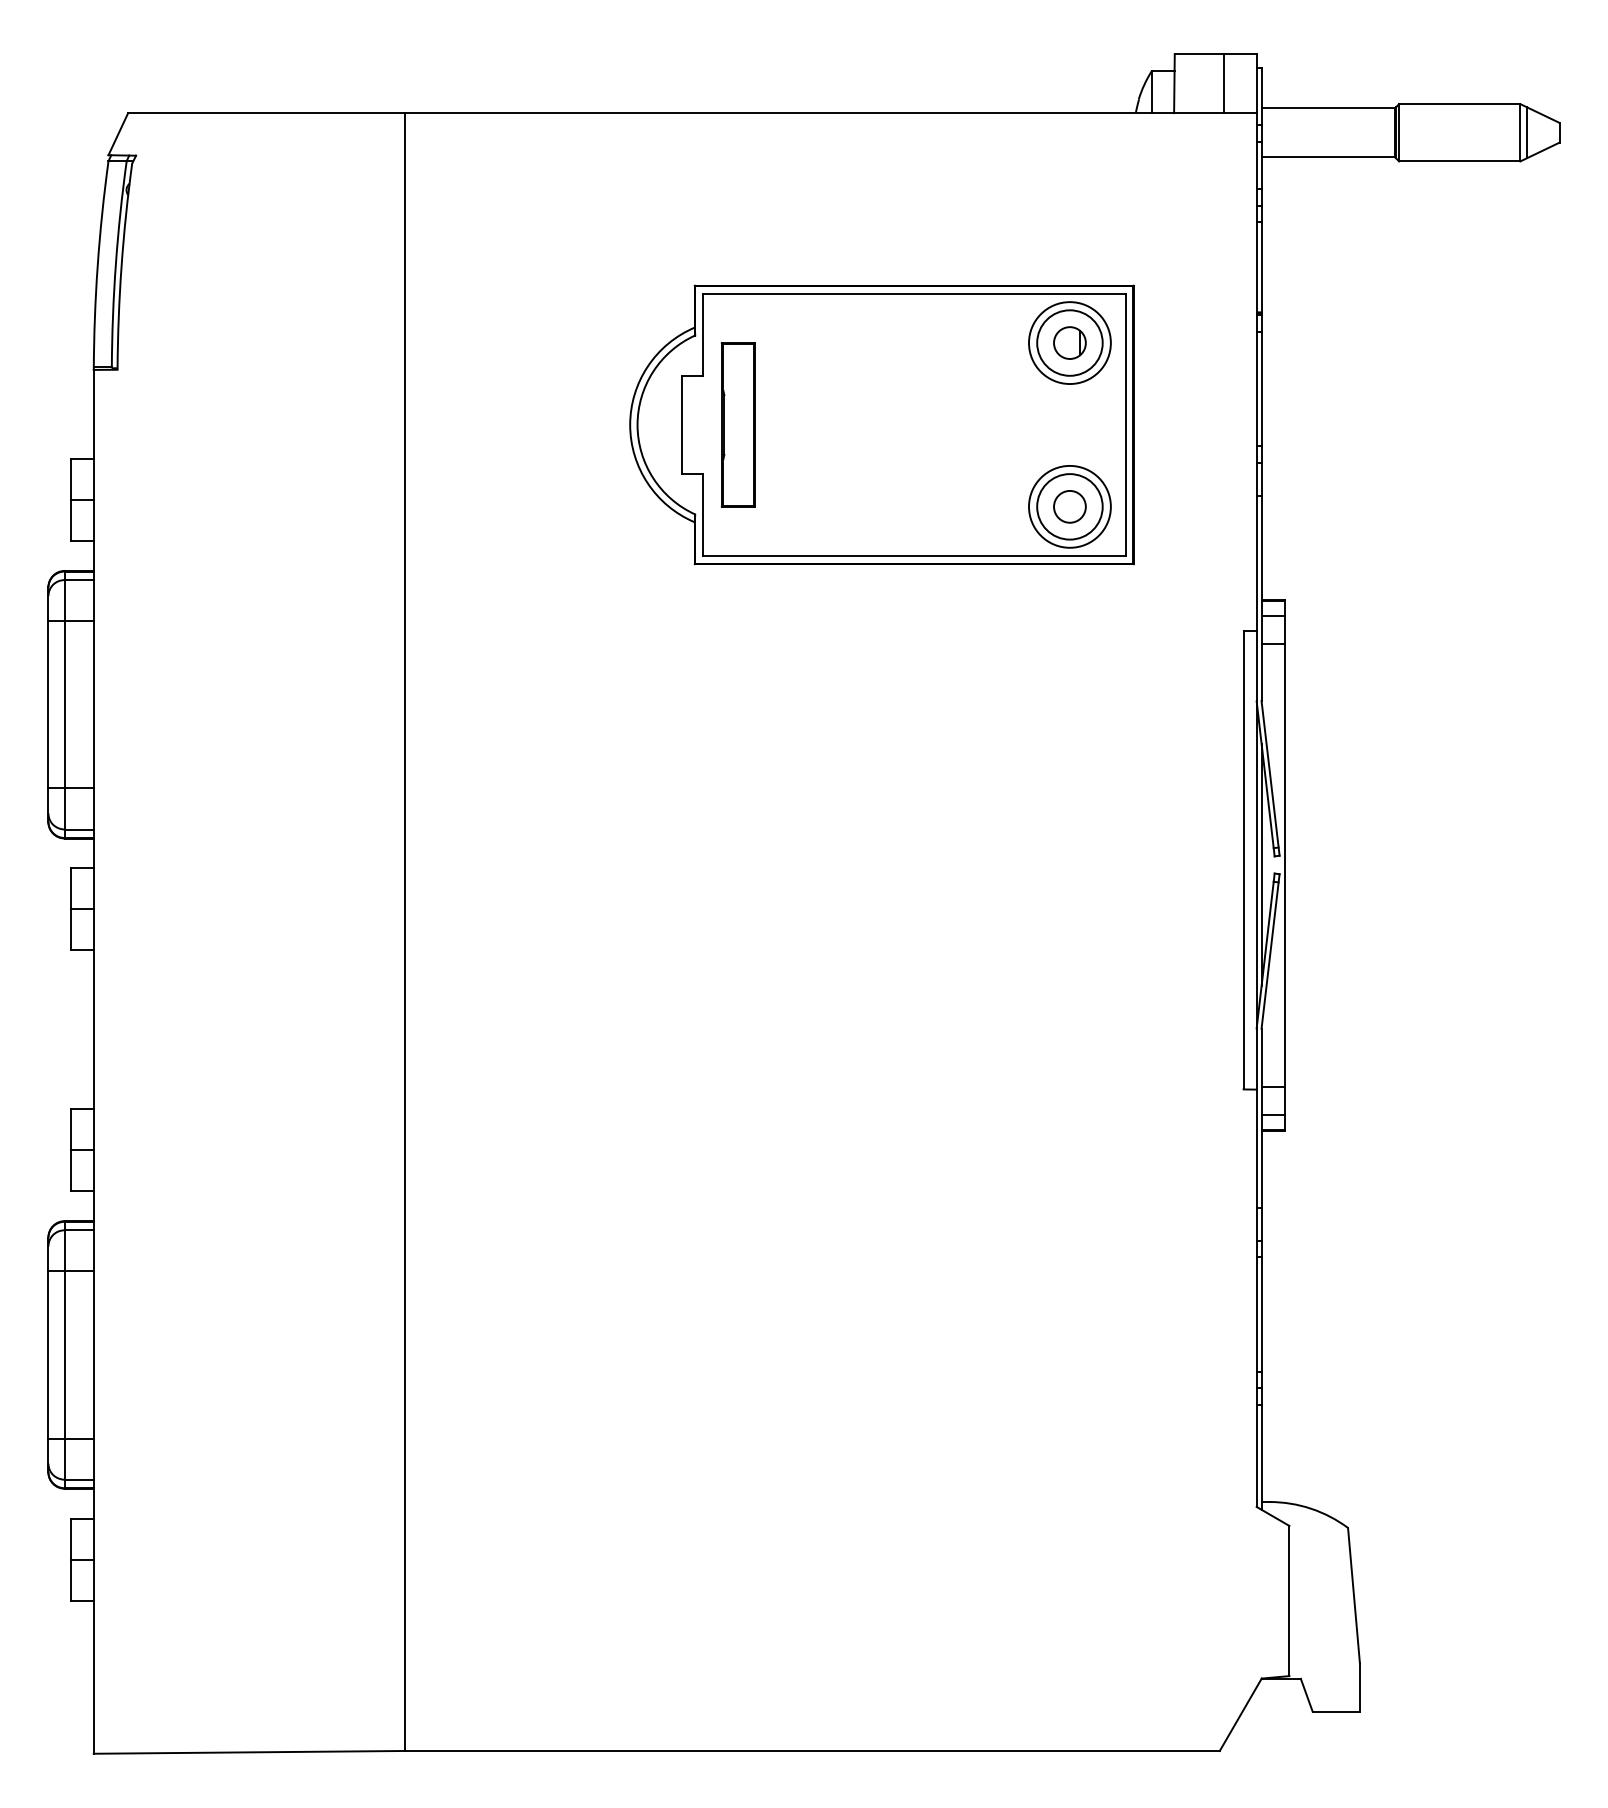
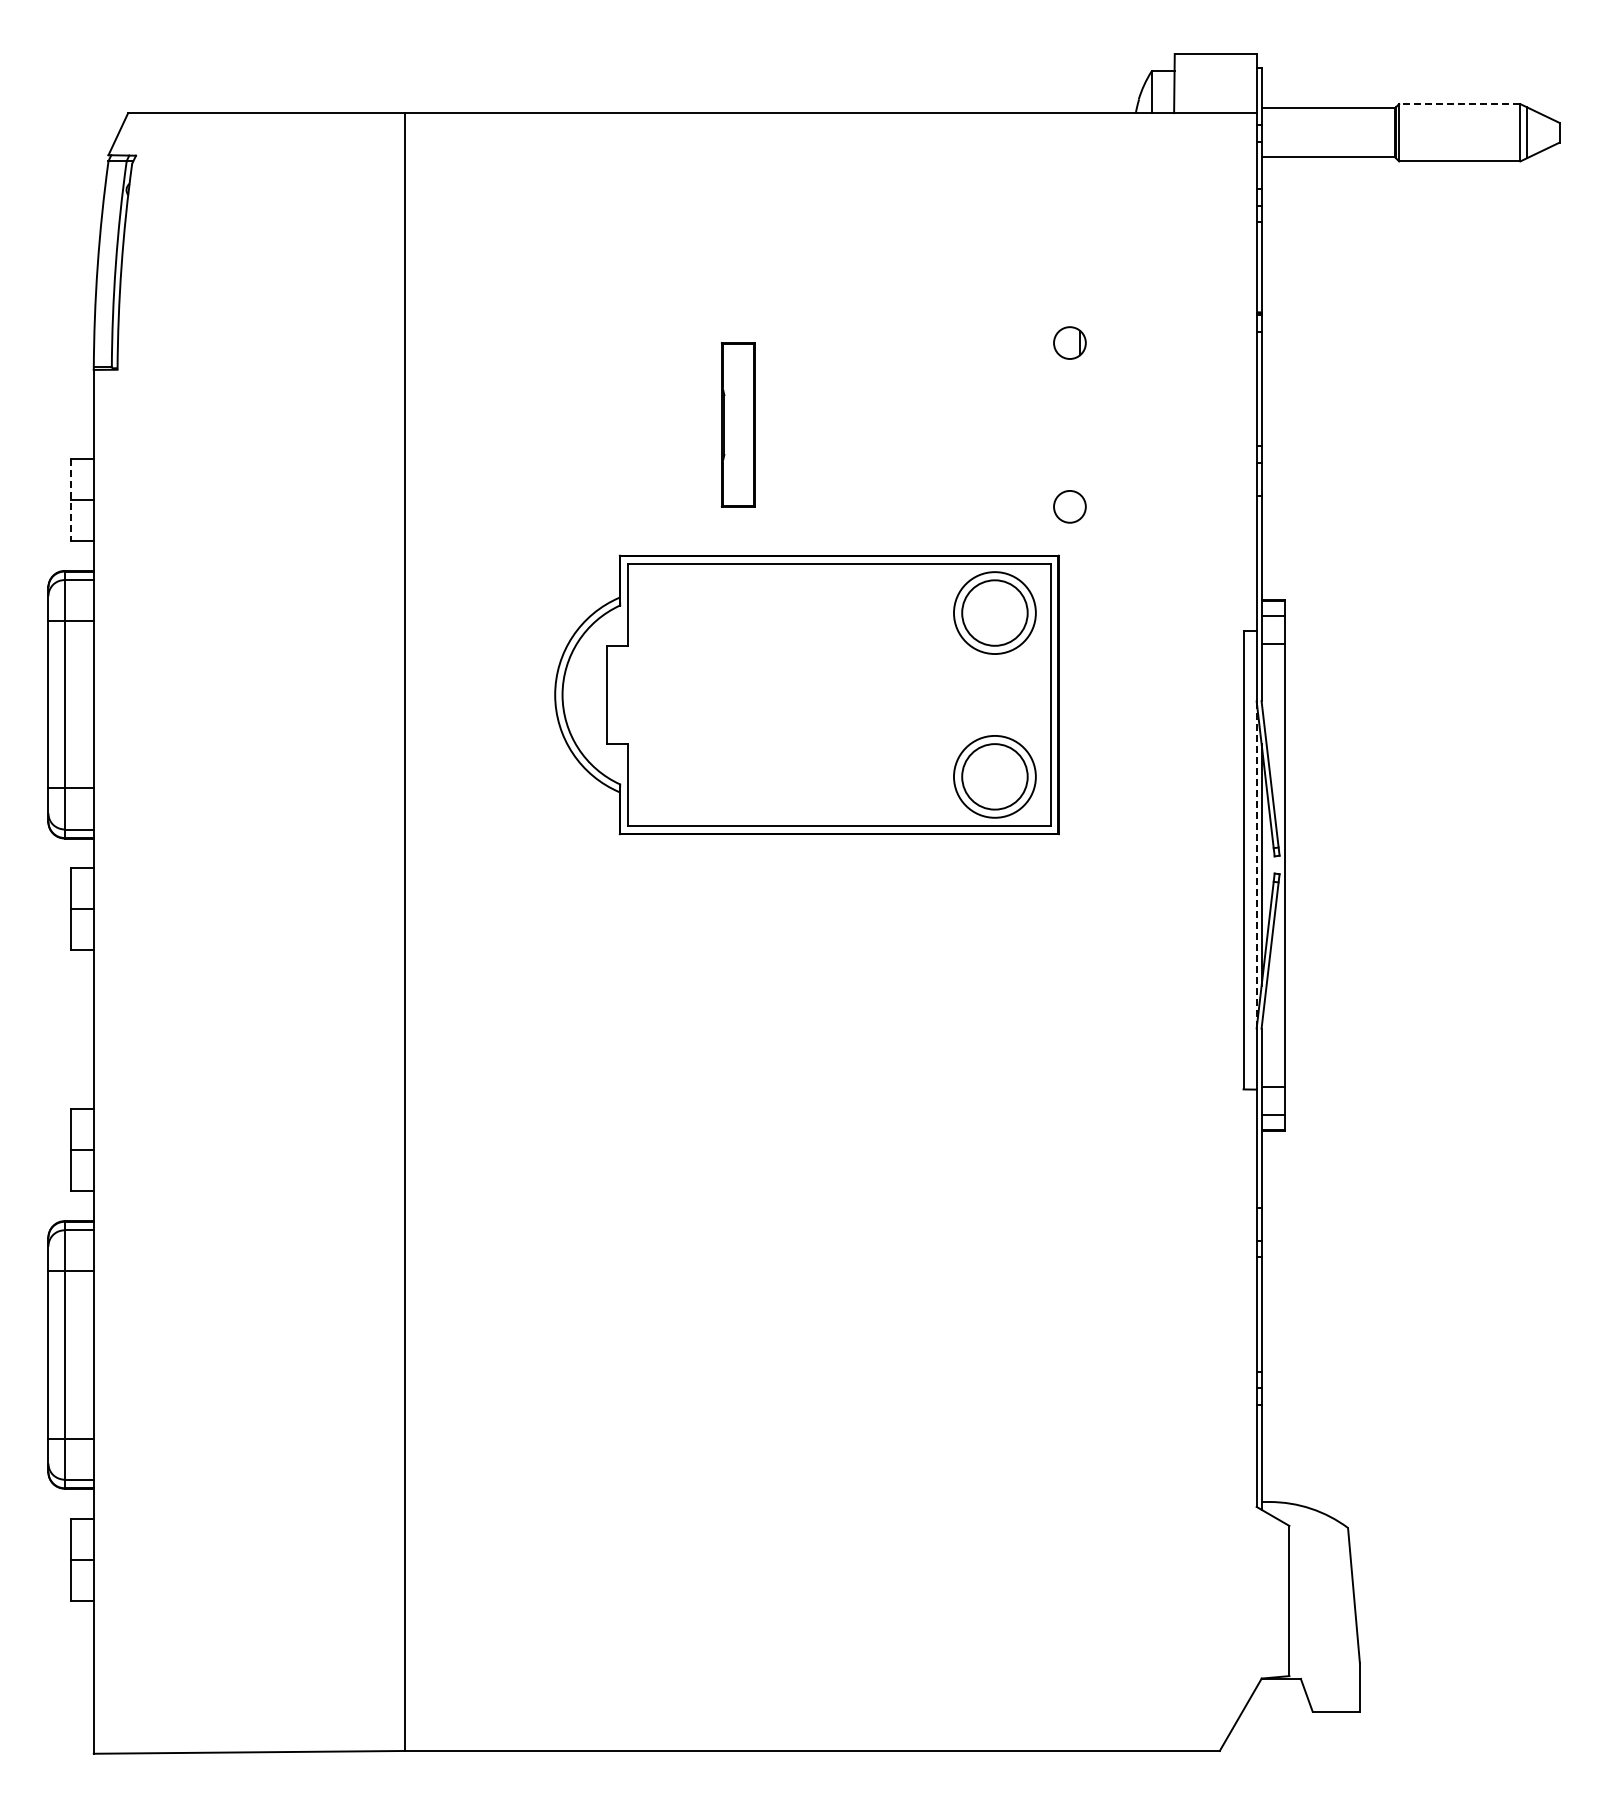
line at (1223, 83): present -> none
line at (1459, 104): solid -> dashed
part at (881, 424) position: (881, 424) -> (806, 694)
line at (70, 499): solid -> dashed
line at (1256, 864): solid -> dashed
